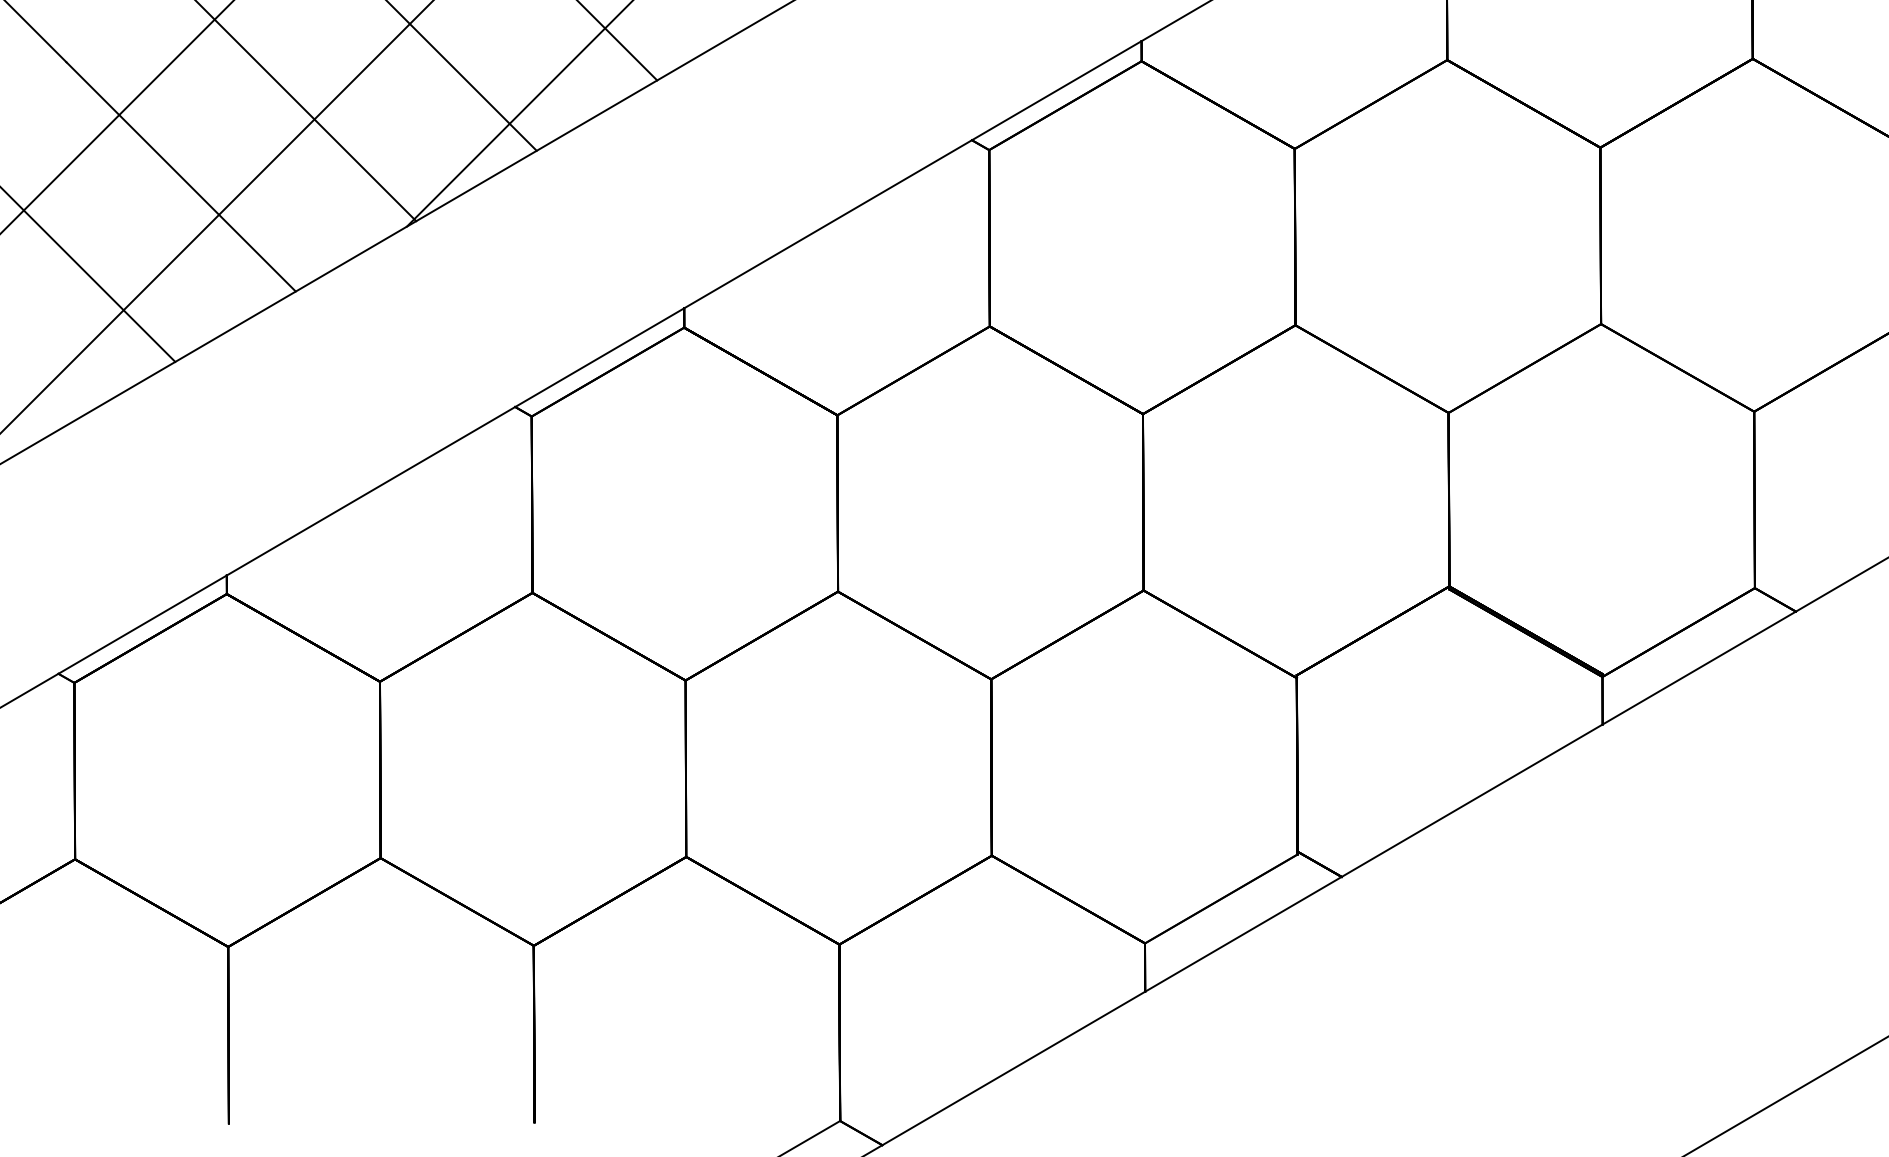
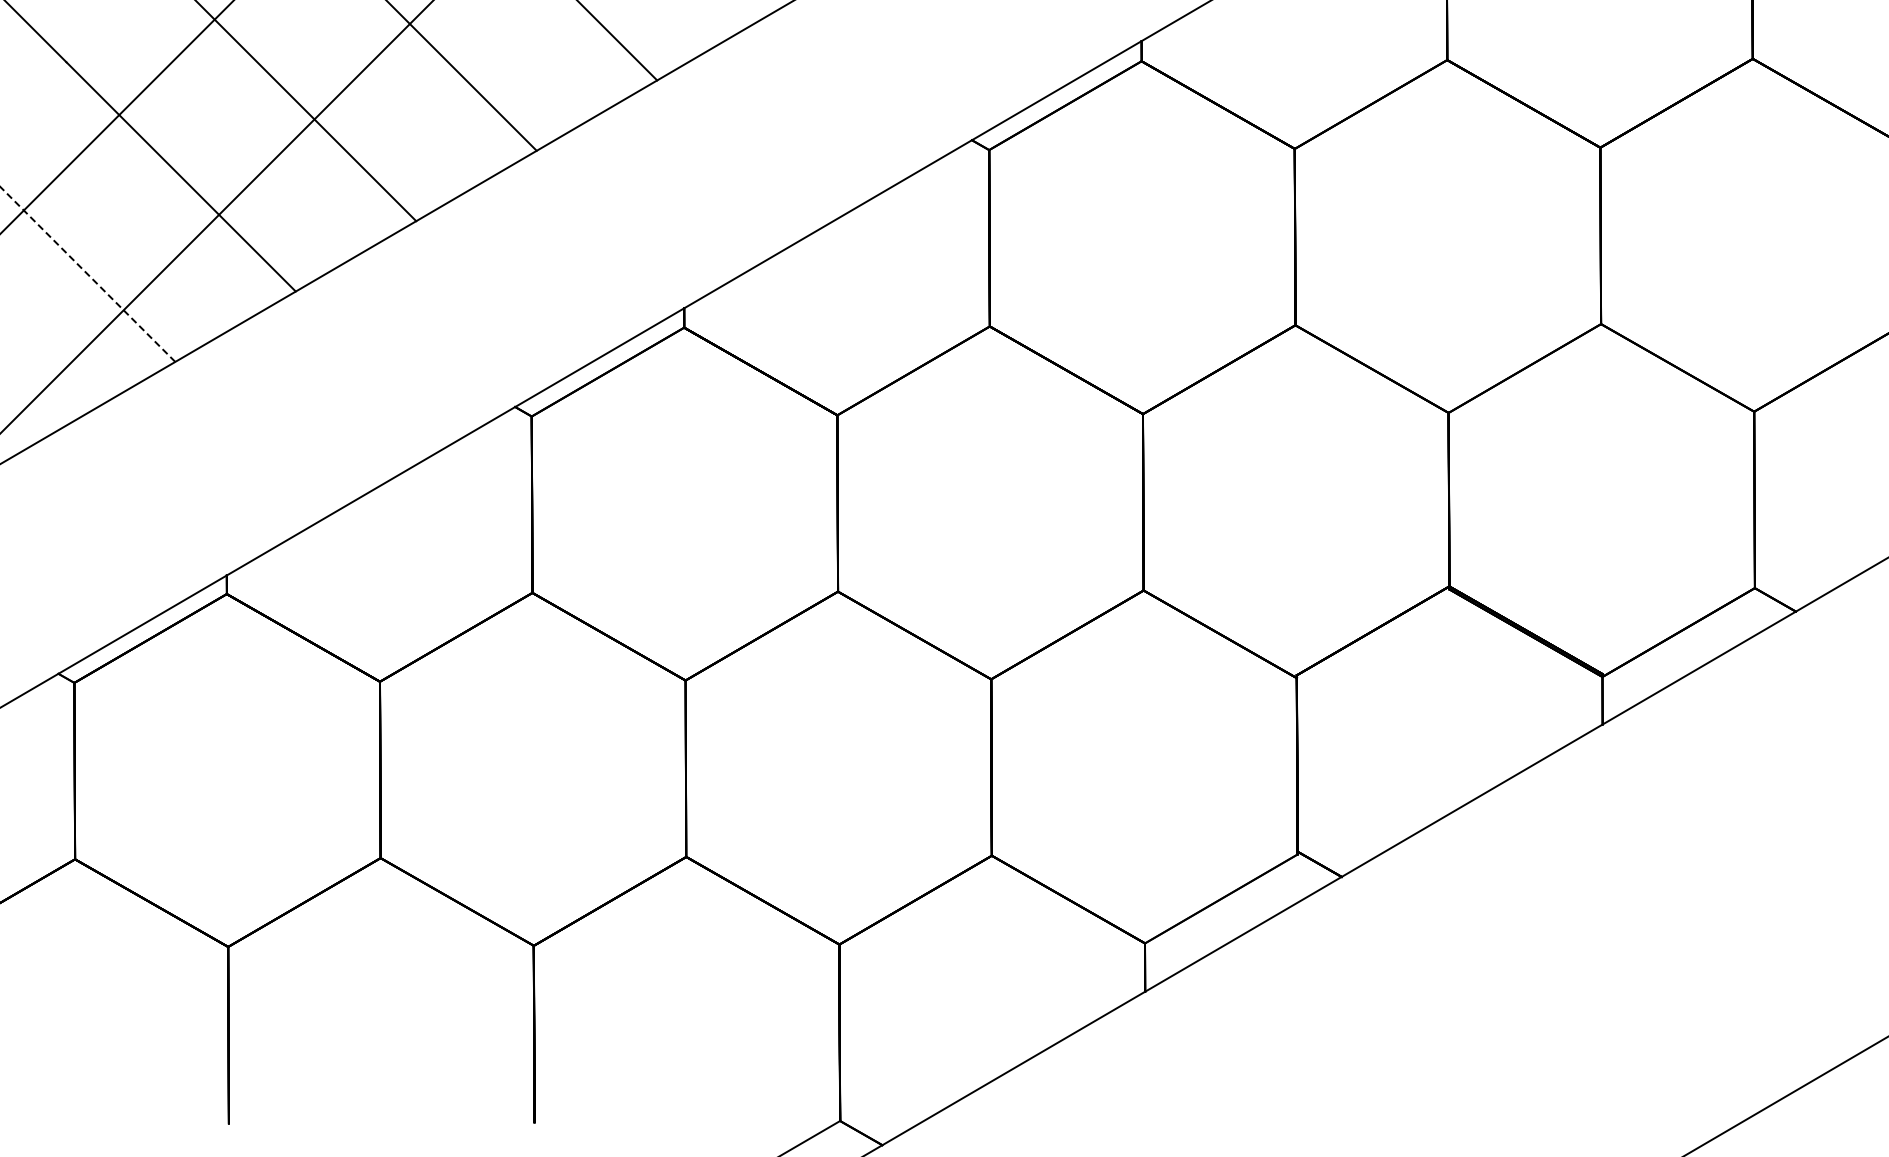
line at (518, 114): present -> none
line at (87, 274): solid -> dashed
